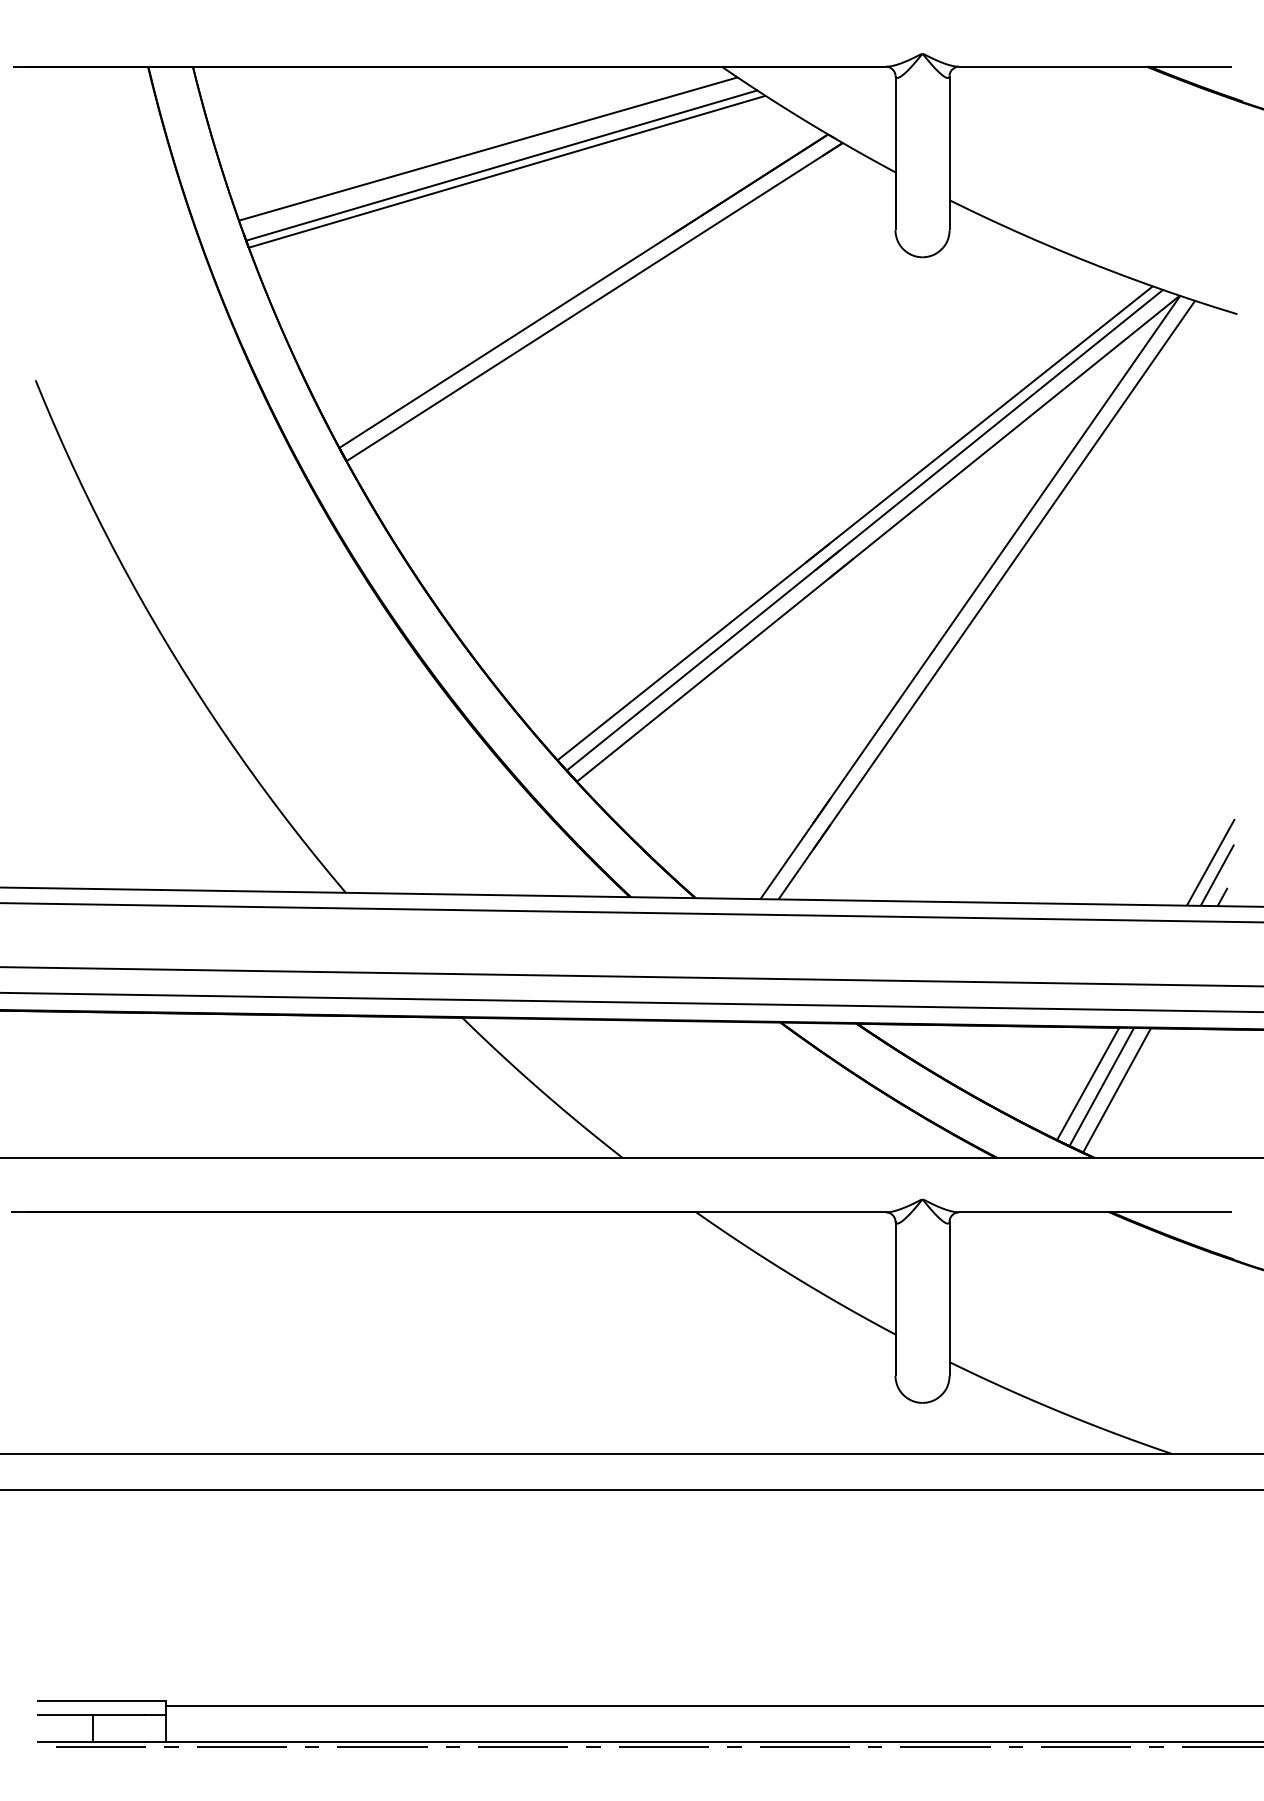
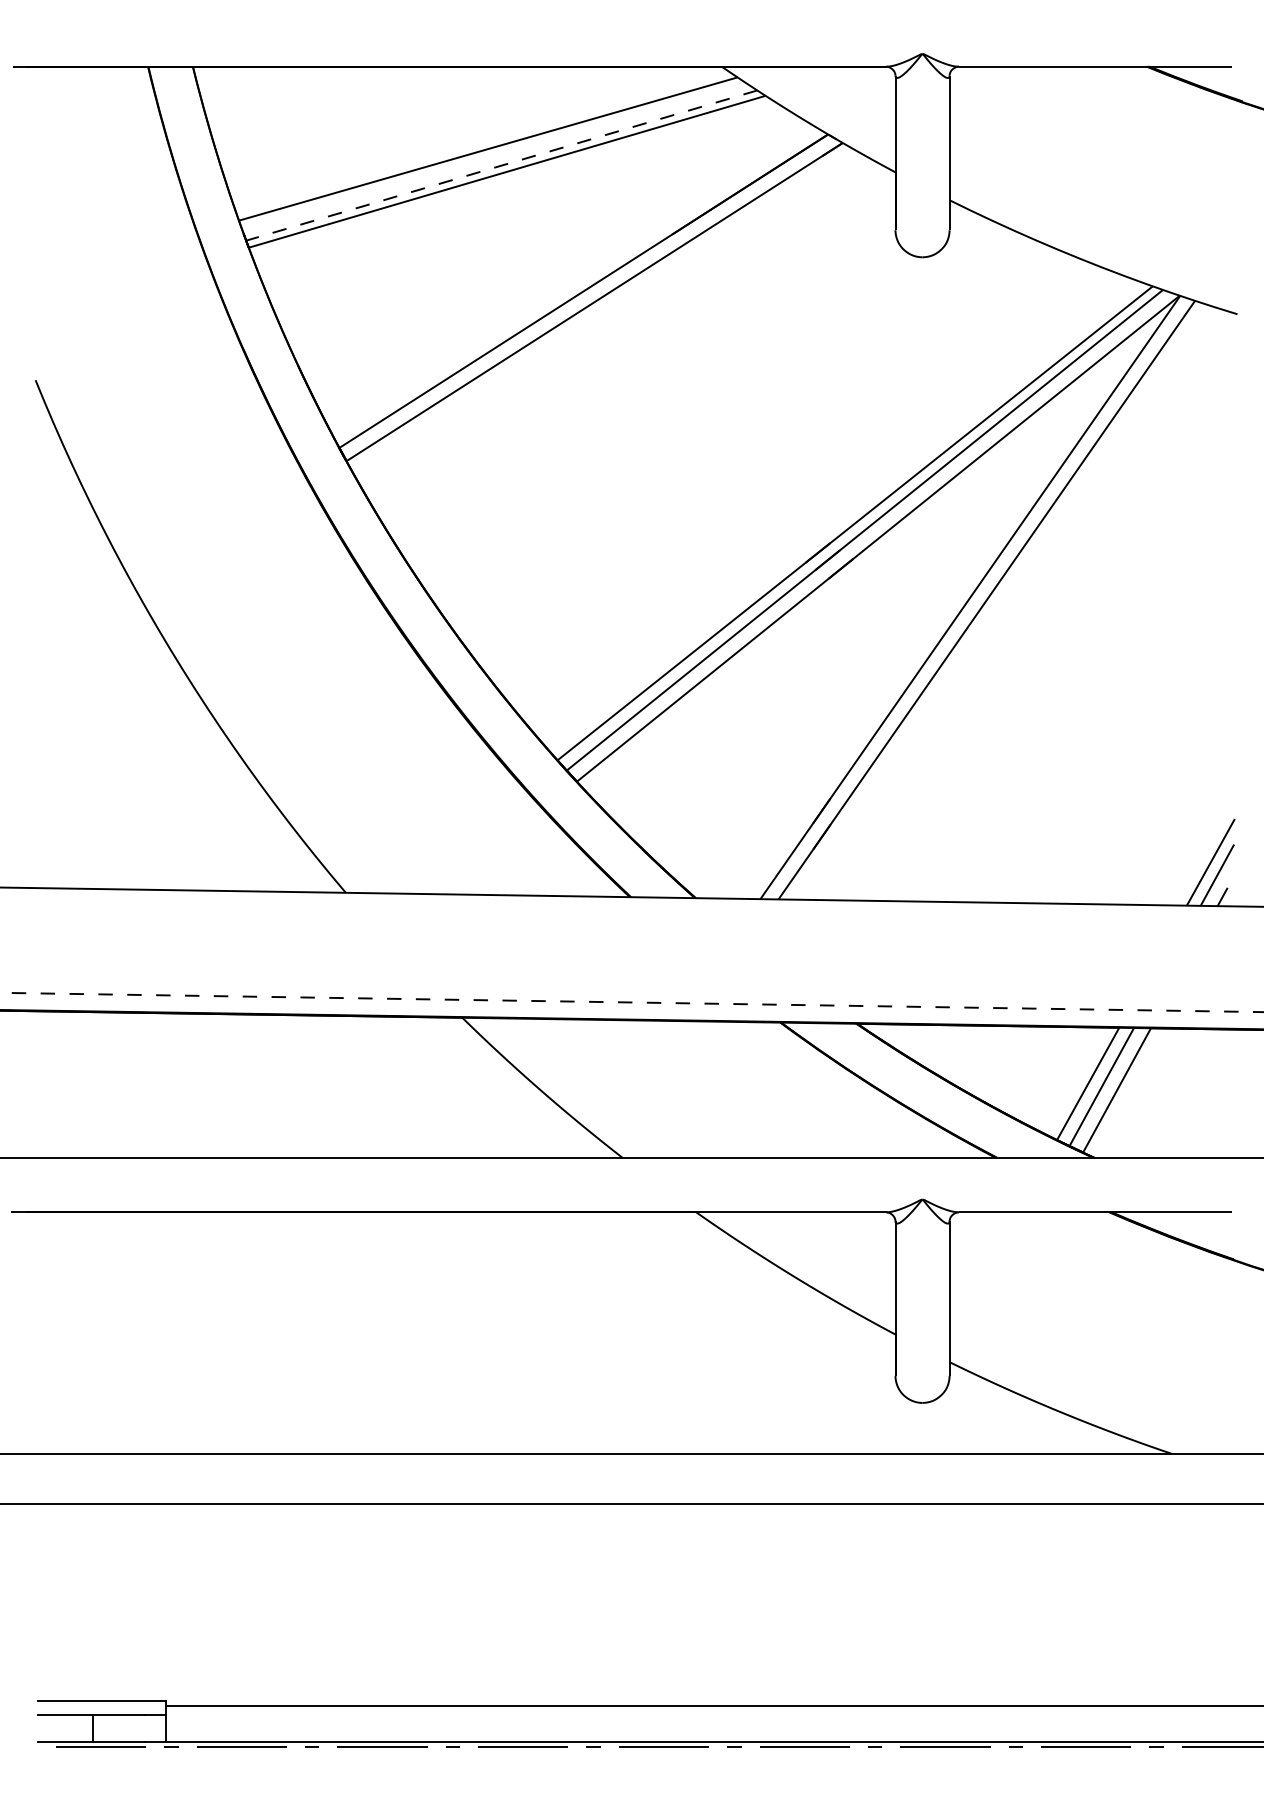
line at (501, 165): solid -> dashed
line at (631, 912): present -> none
line at (631, 976): present -> none
line at (631, 1002): solid -> dashed
line at (631, 1489) position: (631, 1489) -> (631, 1503)
